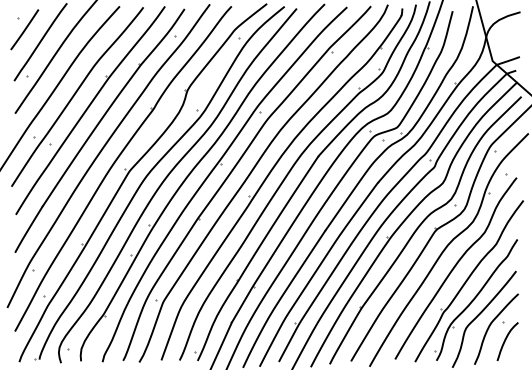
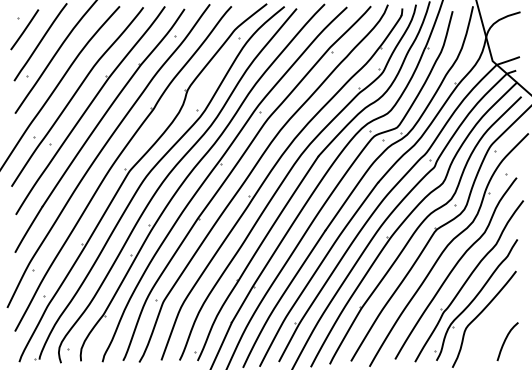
part at (490, 326): present -> none
